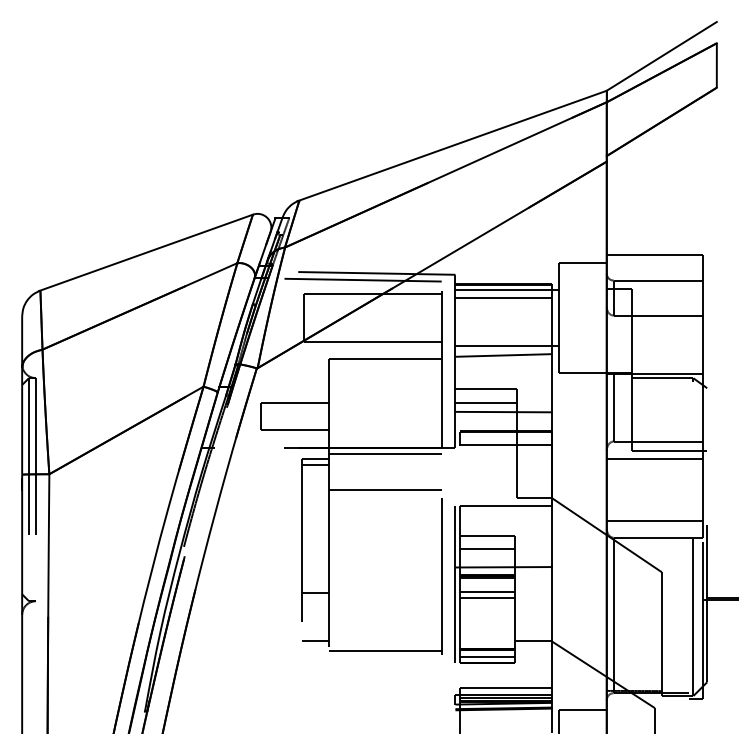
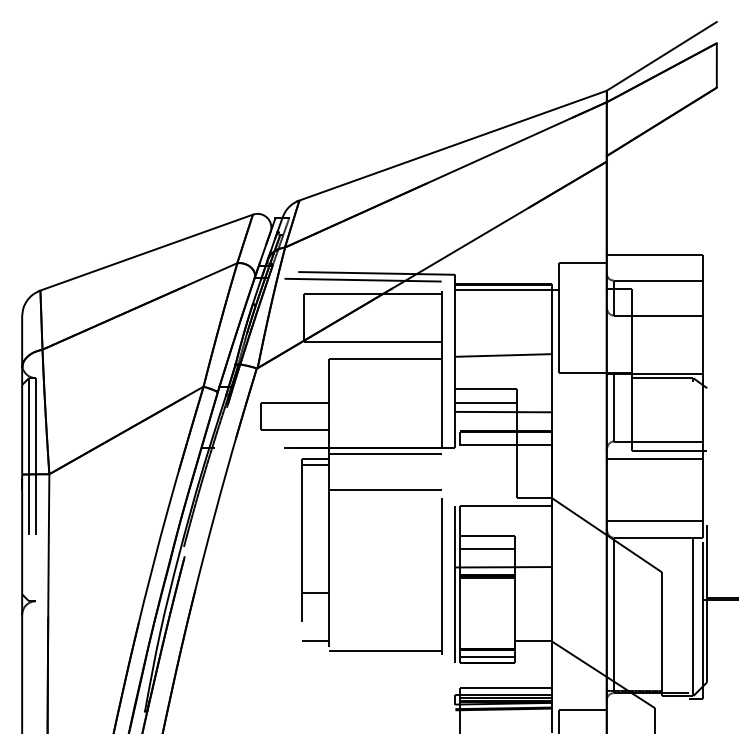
line at (503, 297): present -> none
line at (506, 345): present -> none
line at (486, 592): present -> none
line at (486, 598): present -> none
